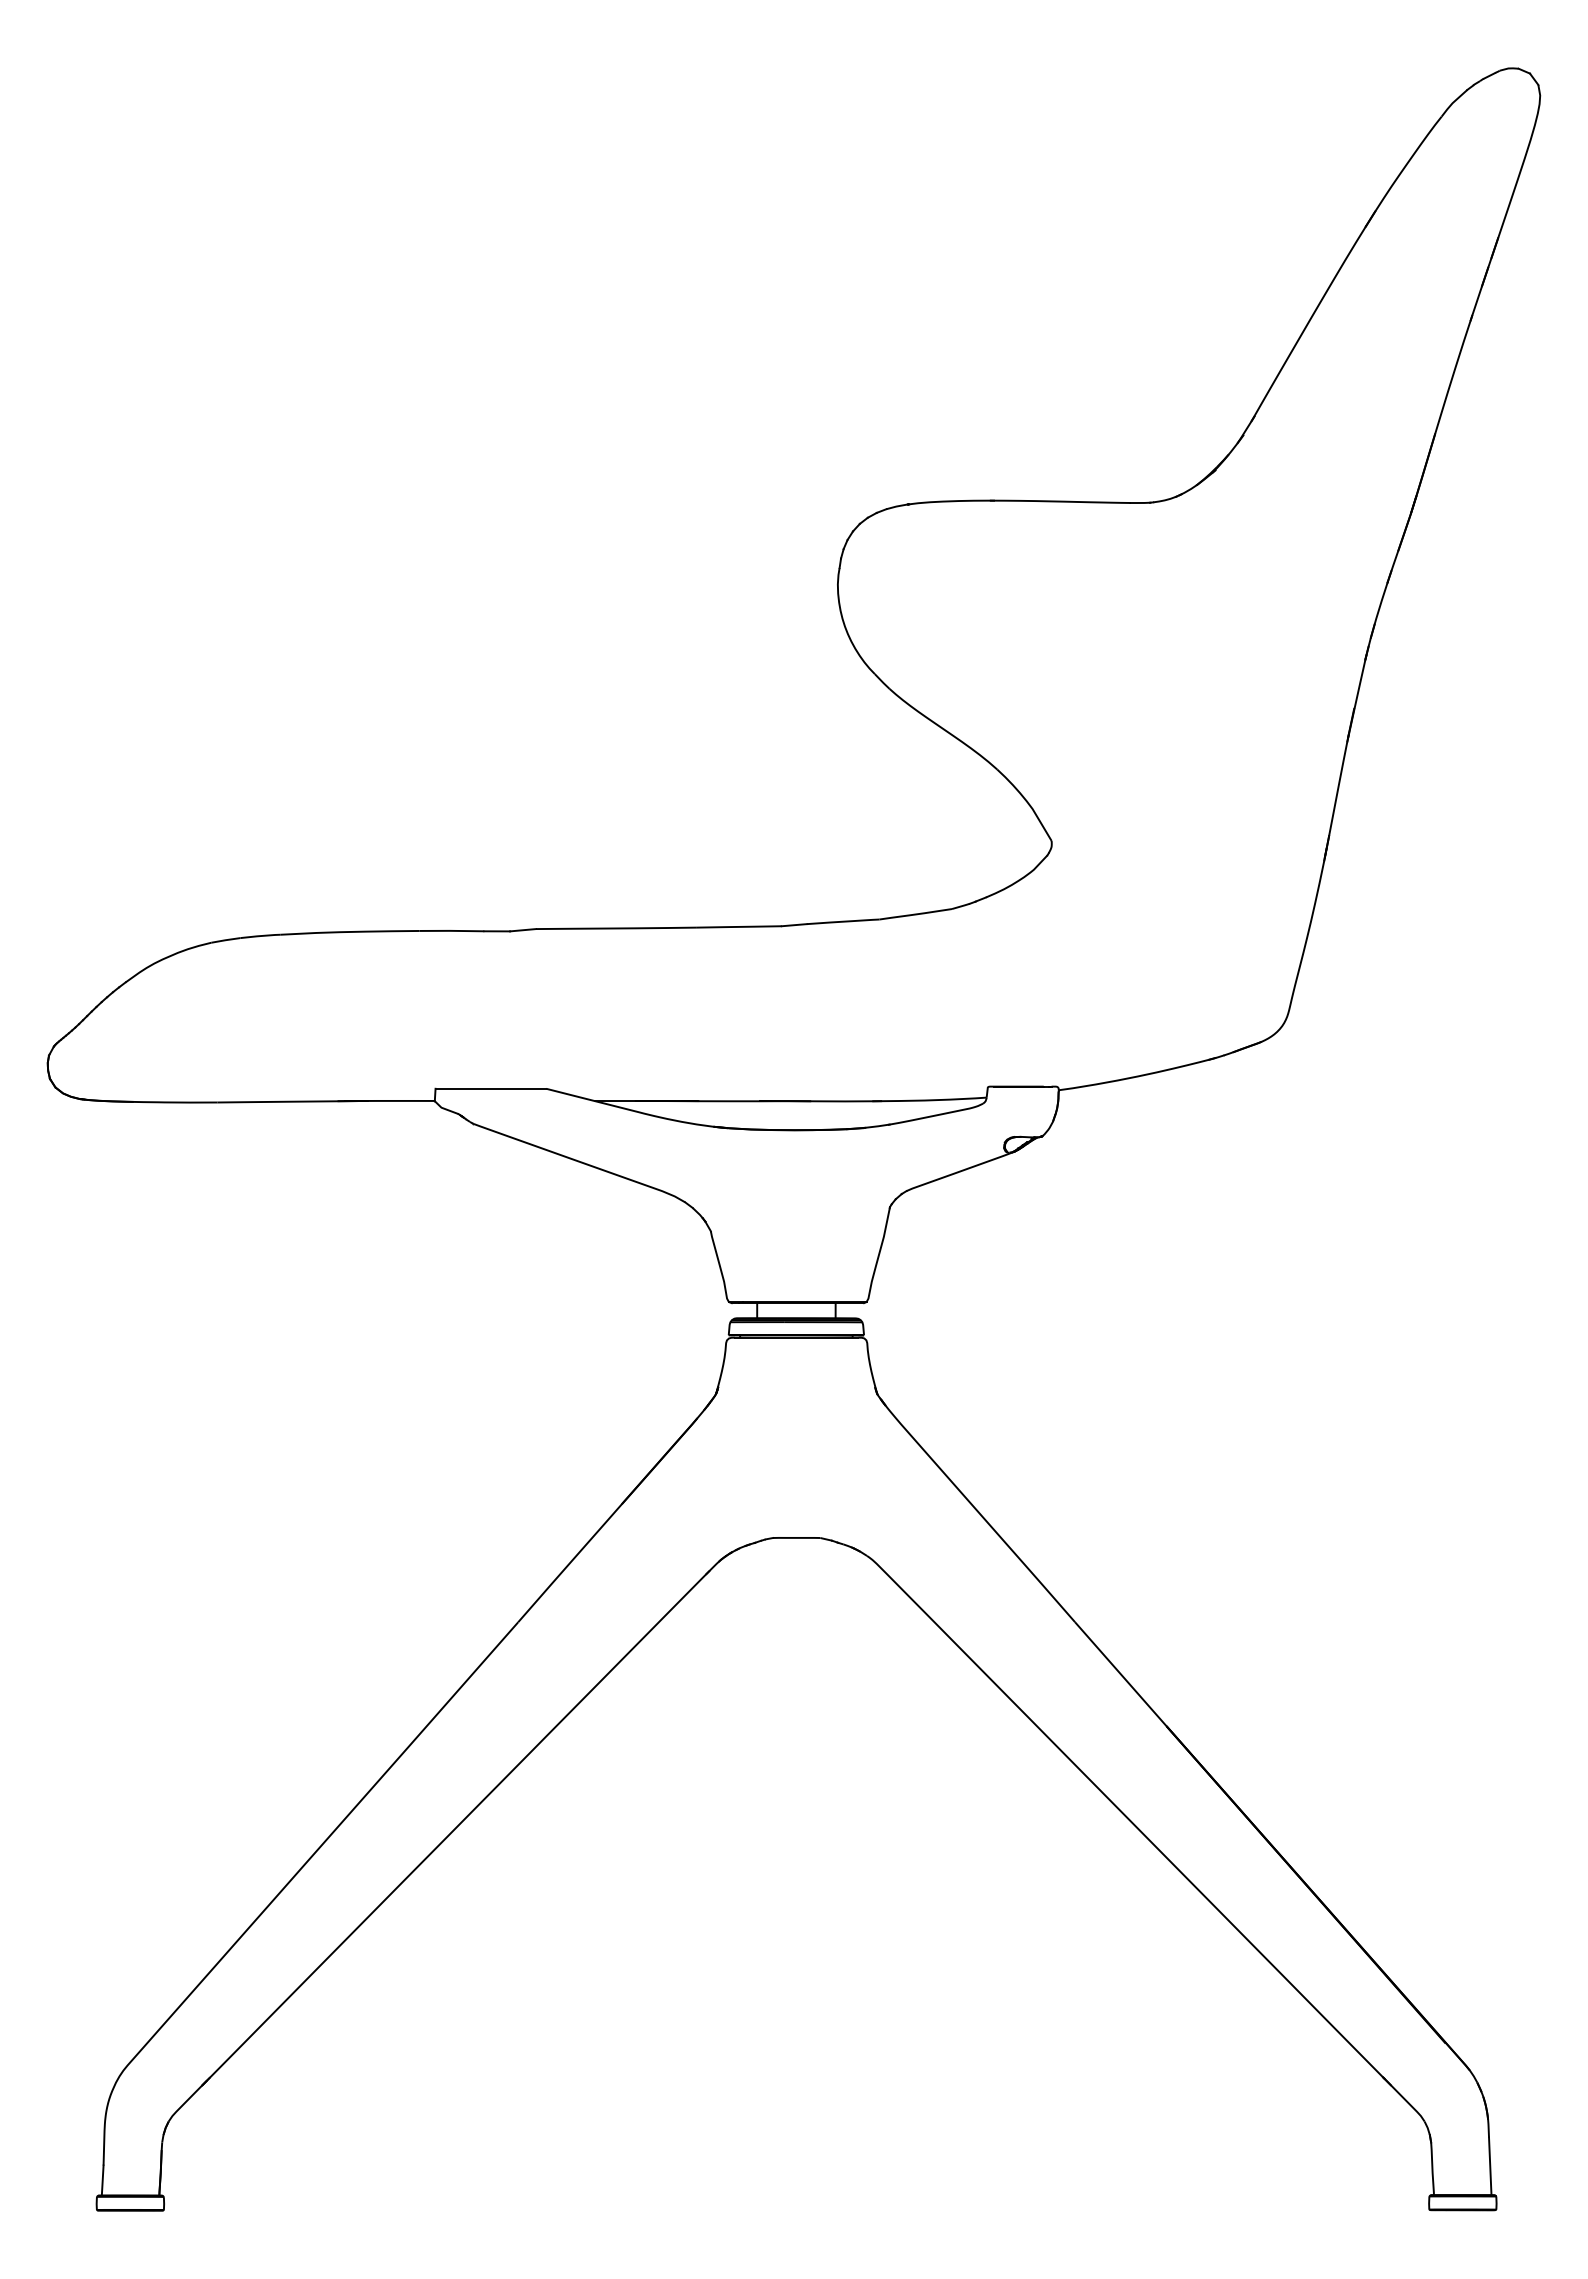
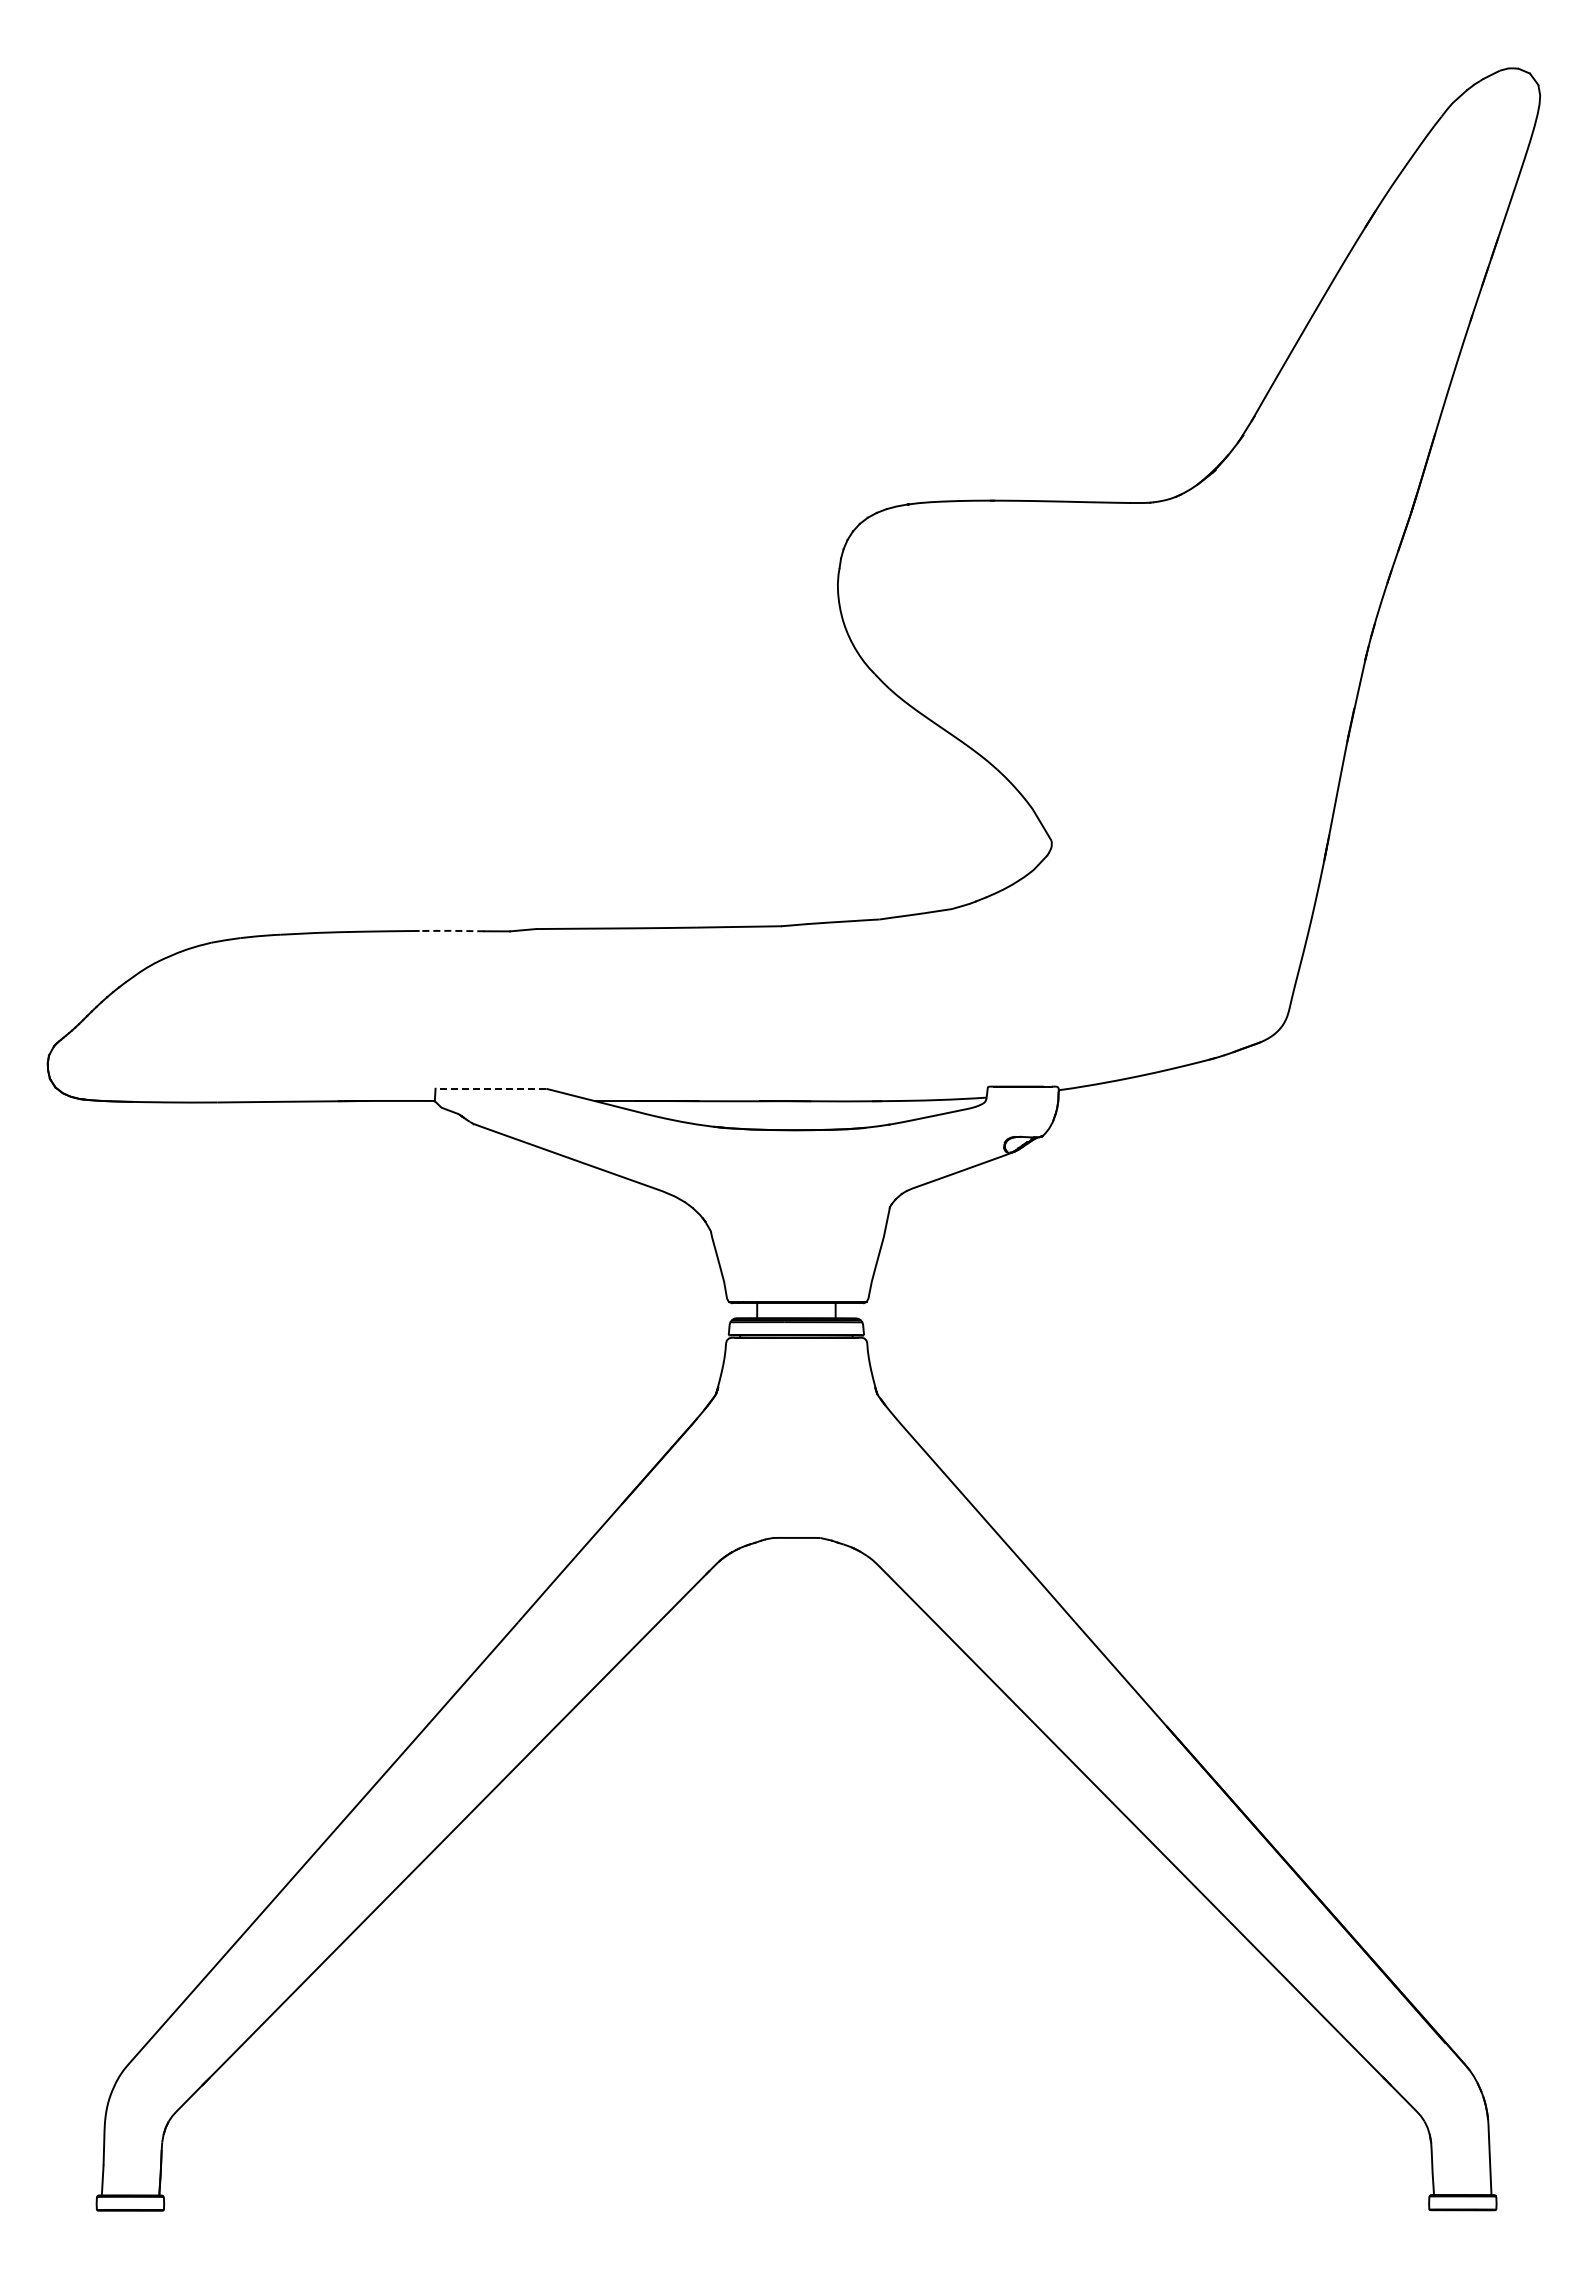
line at (451, 930): solid -> dashed
line at (490, 1088): solid -> dashed
